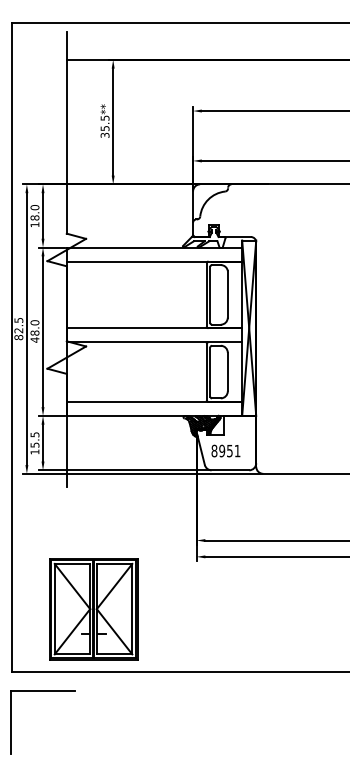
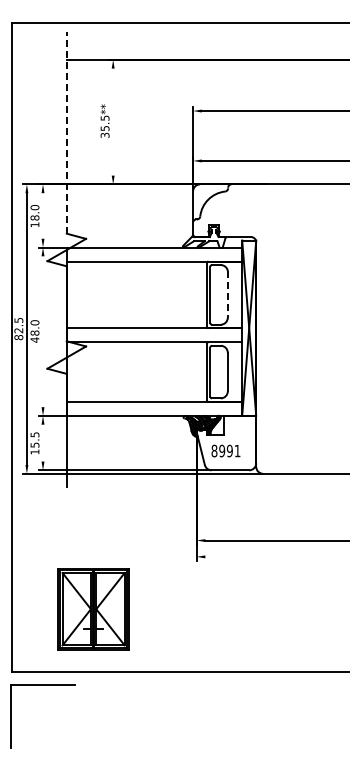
line at (113, 121): present -> none
line at (66, 133): solid -> dashed
line at (43, 215): present -> none
line at (227, 294): solid -> dashed
line at (43, 331): present -> none
line at (43, 442): present -> none
text at (229, 450): 8951 -> 8991
line at (275, 556): present -> none
part at (93, 609) size: 90x103 px -> 73x83 px
part at (42, 691) position: (42, 691) -> (42, 685)
